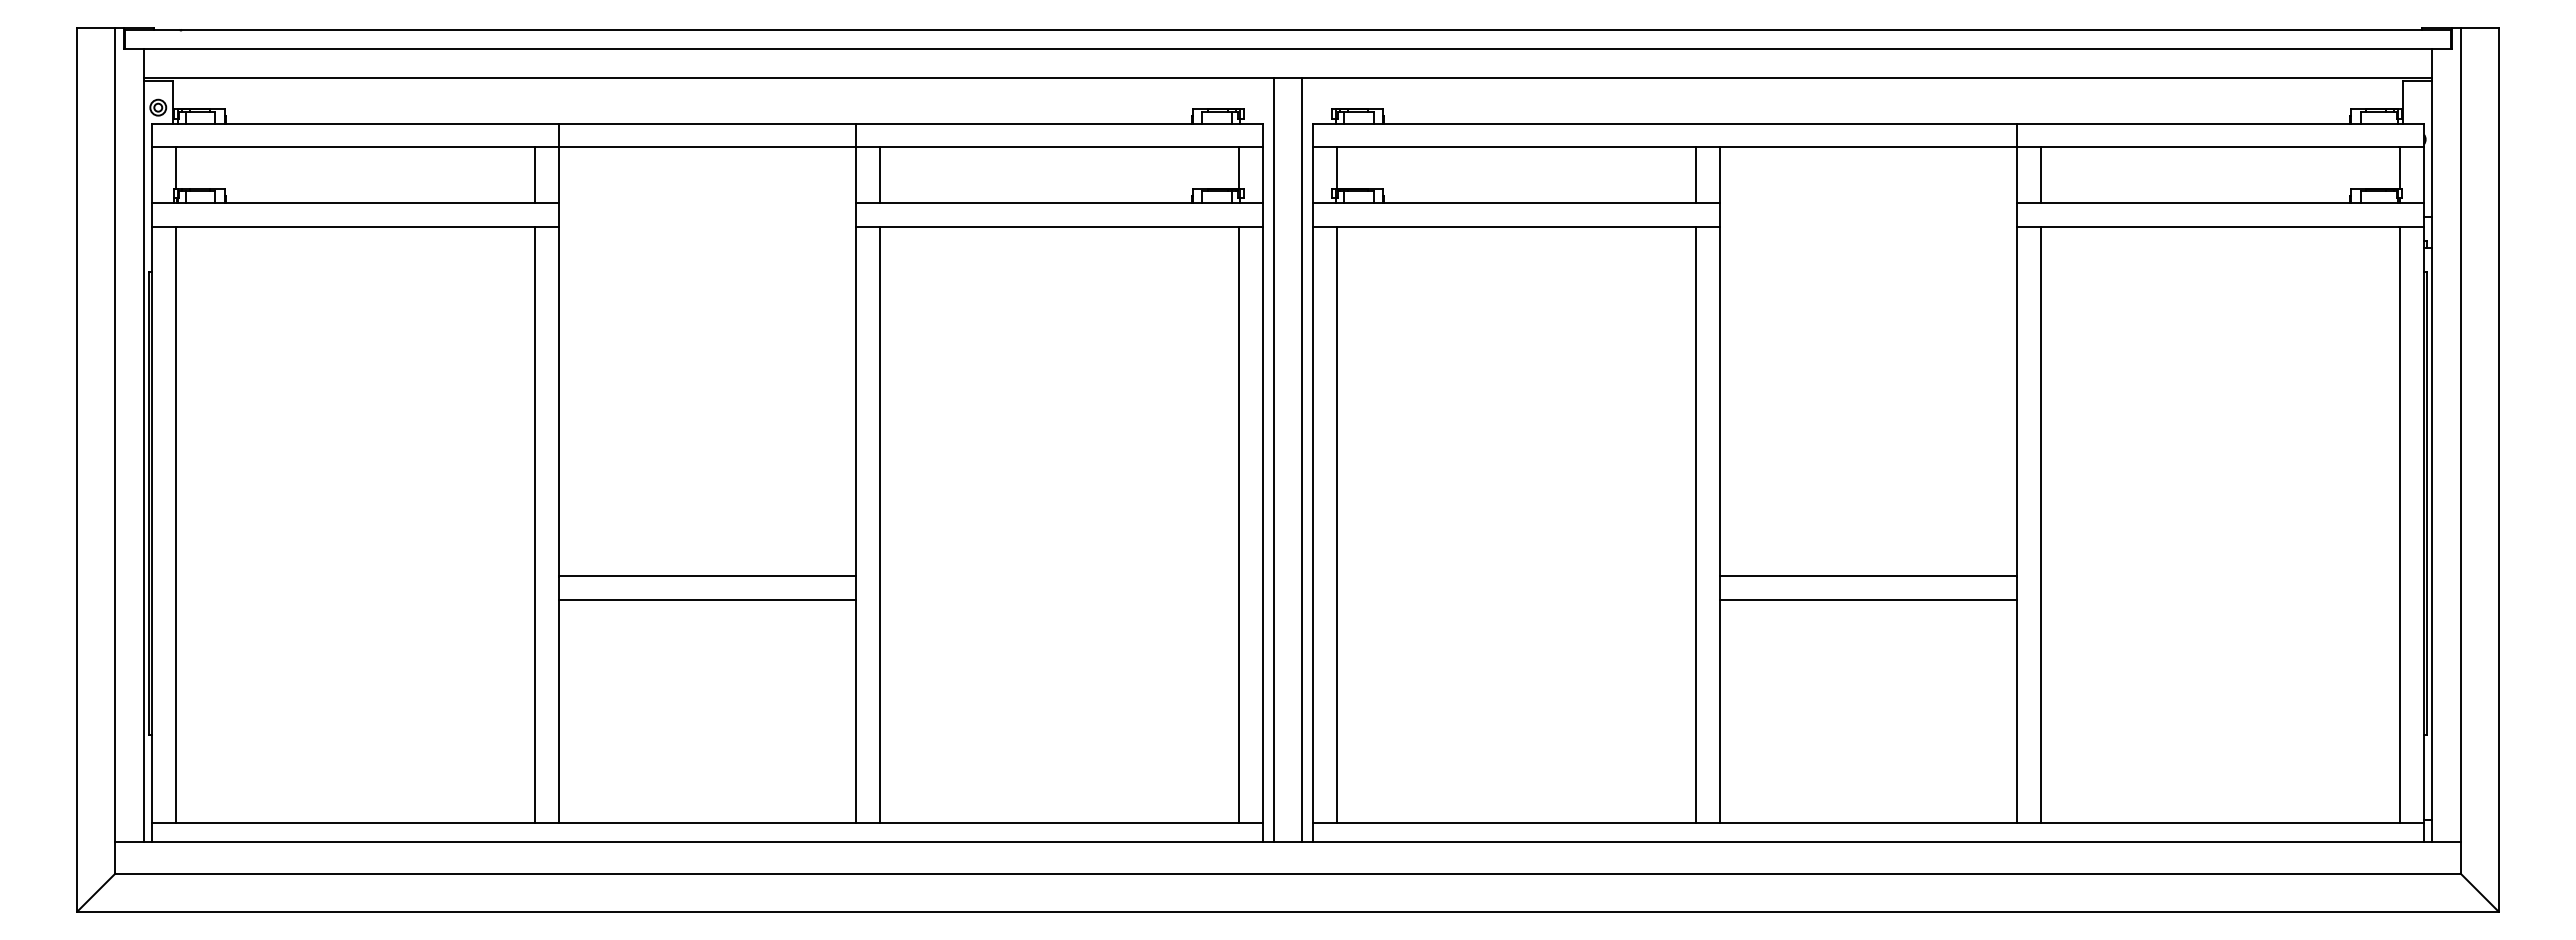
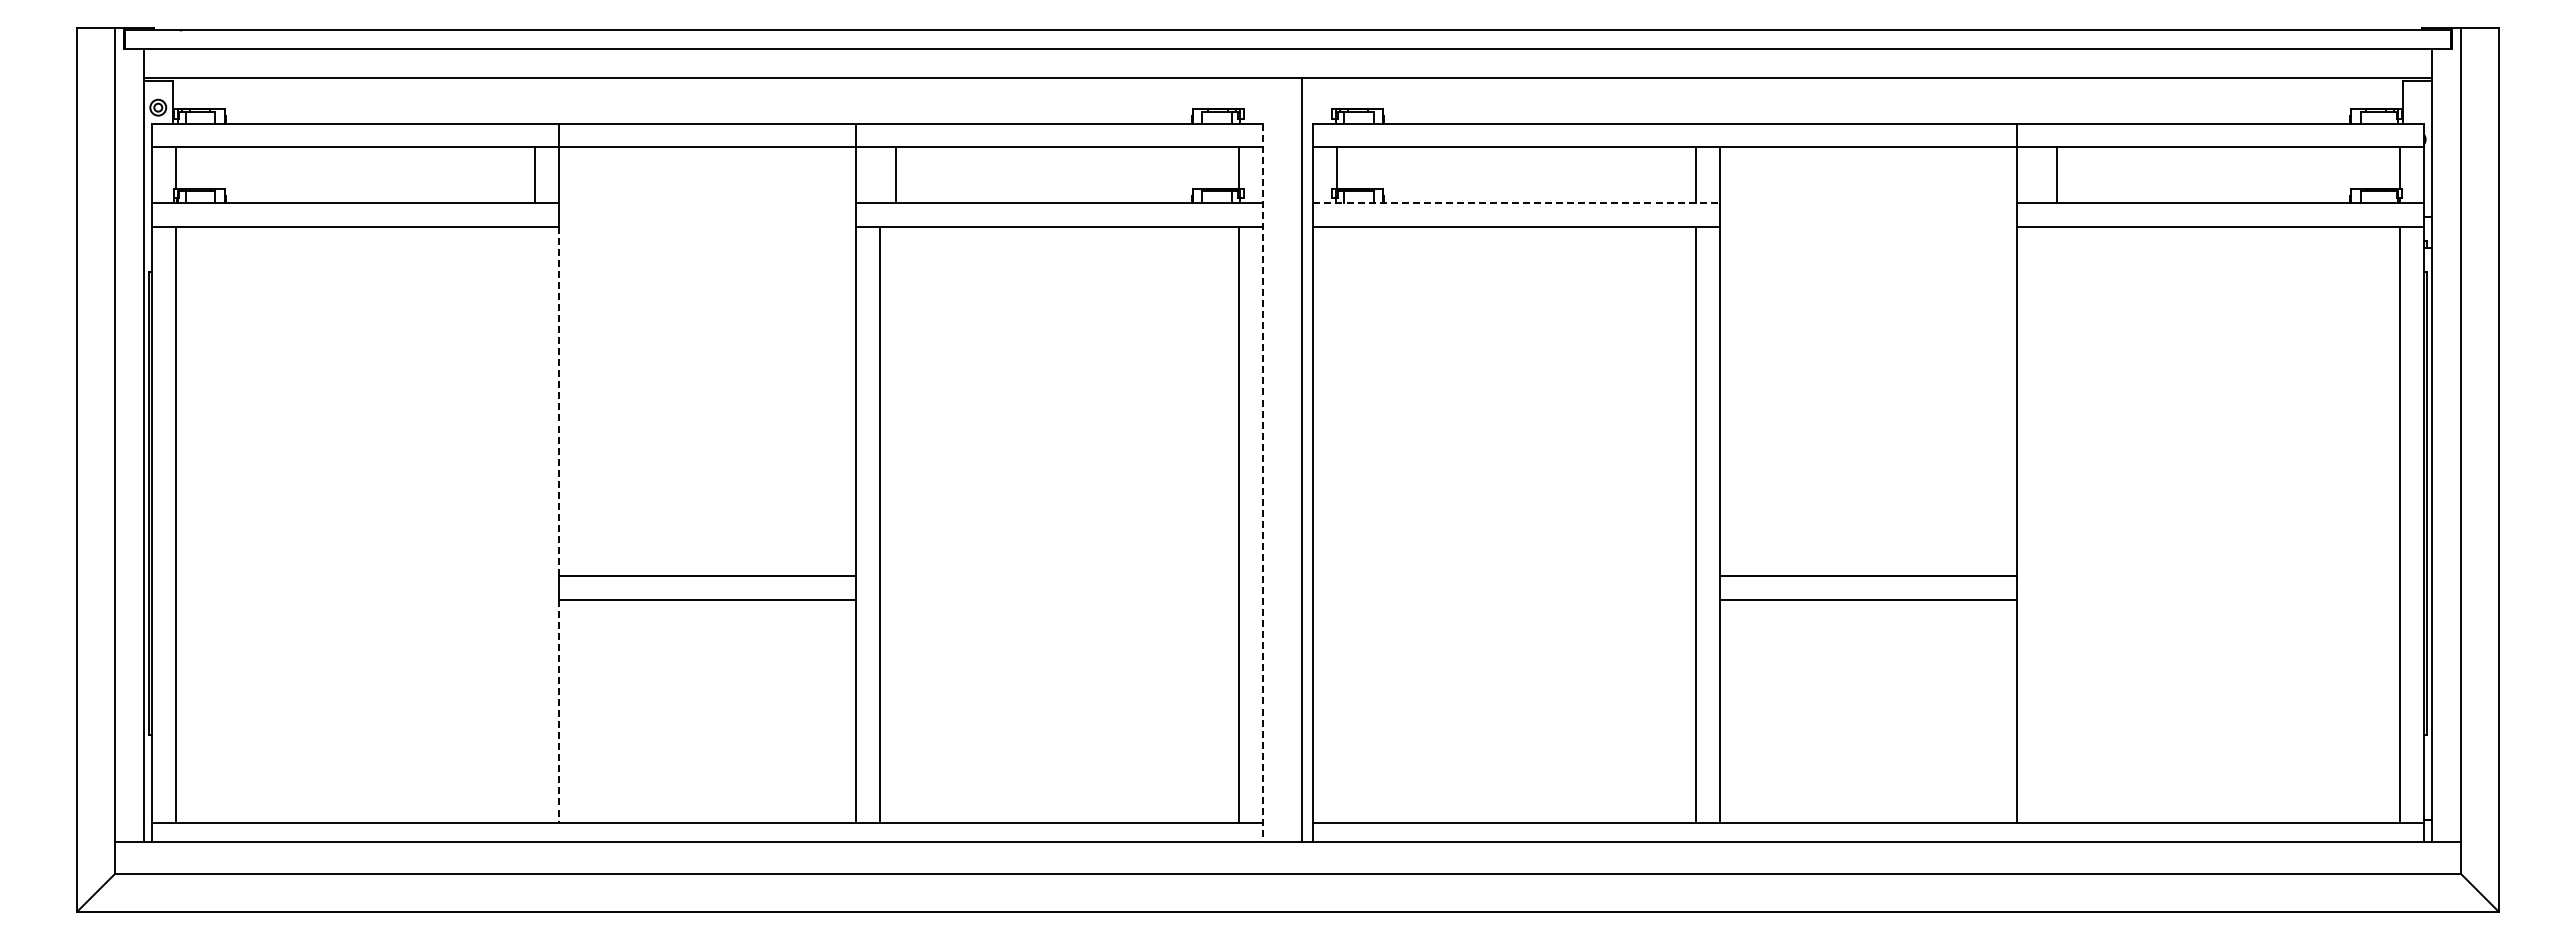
line at (879, 175) position: (879, 175) -> (895, 175)
line at (2041, 175) position: (2041, 175) -> (2057, 175)
line at (1517, 203): solid -> dashed
line at (558, 401): solid -> dashed
line at (1273, 459): present -> none
line at (1262, 483): solid -> dashed
line at (534, 524): present -> none
line at (1337, 524): present -> none
line at (2041, 524): present -> none
line at (558, 711): solid -> dashed
